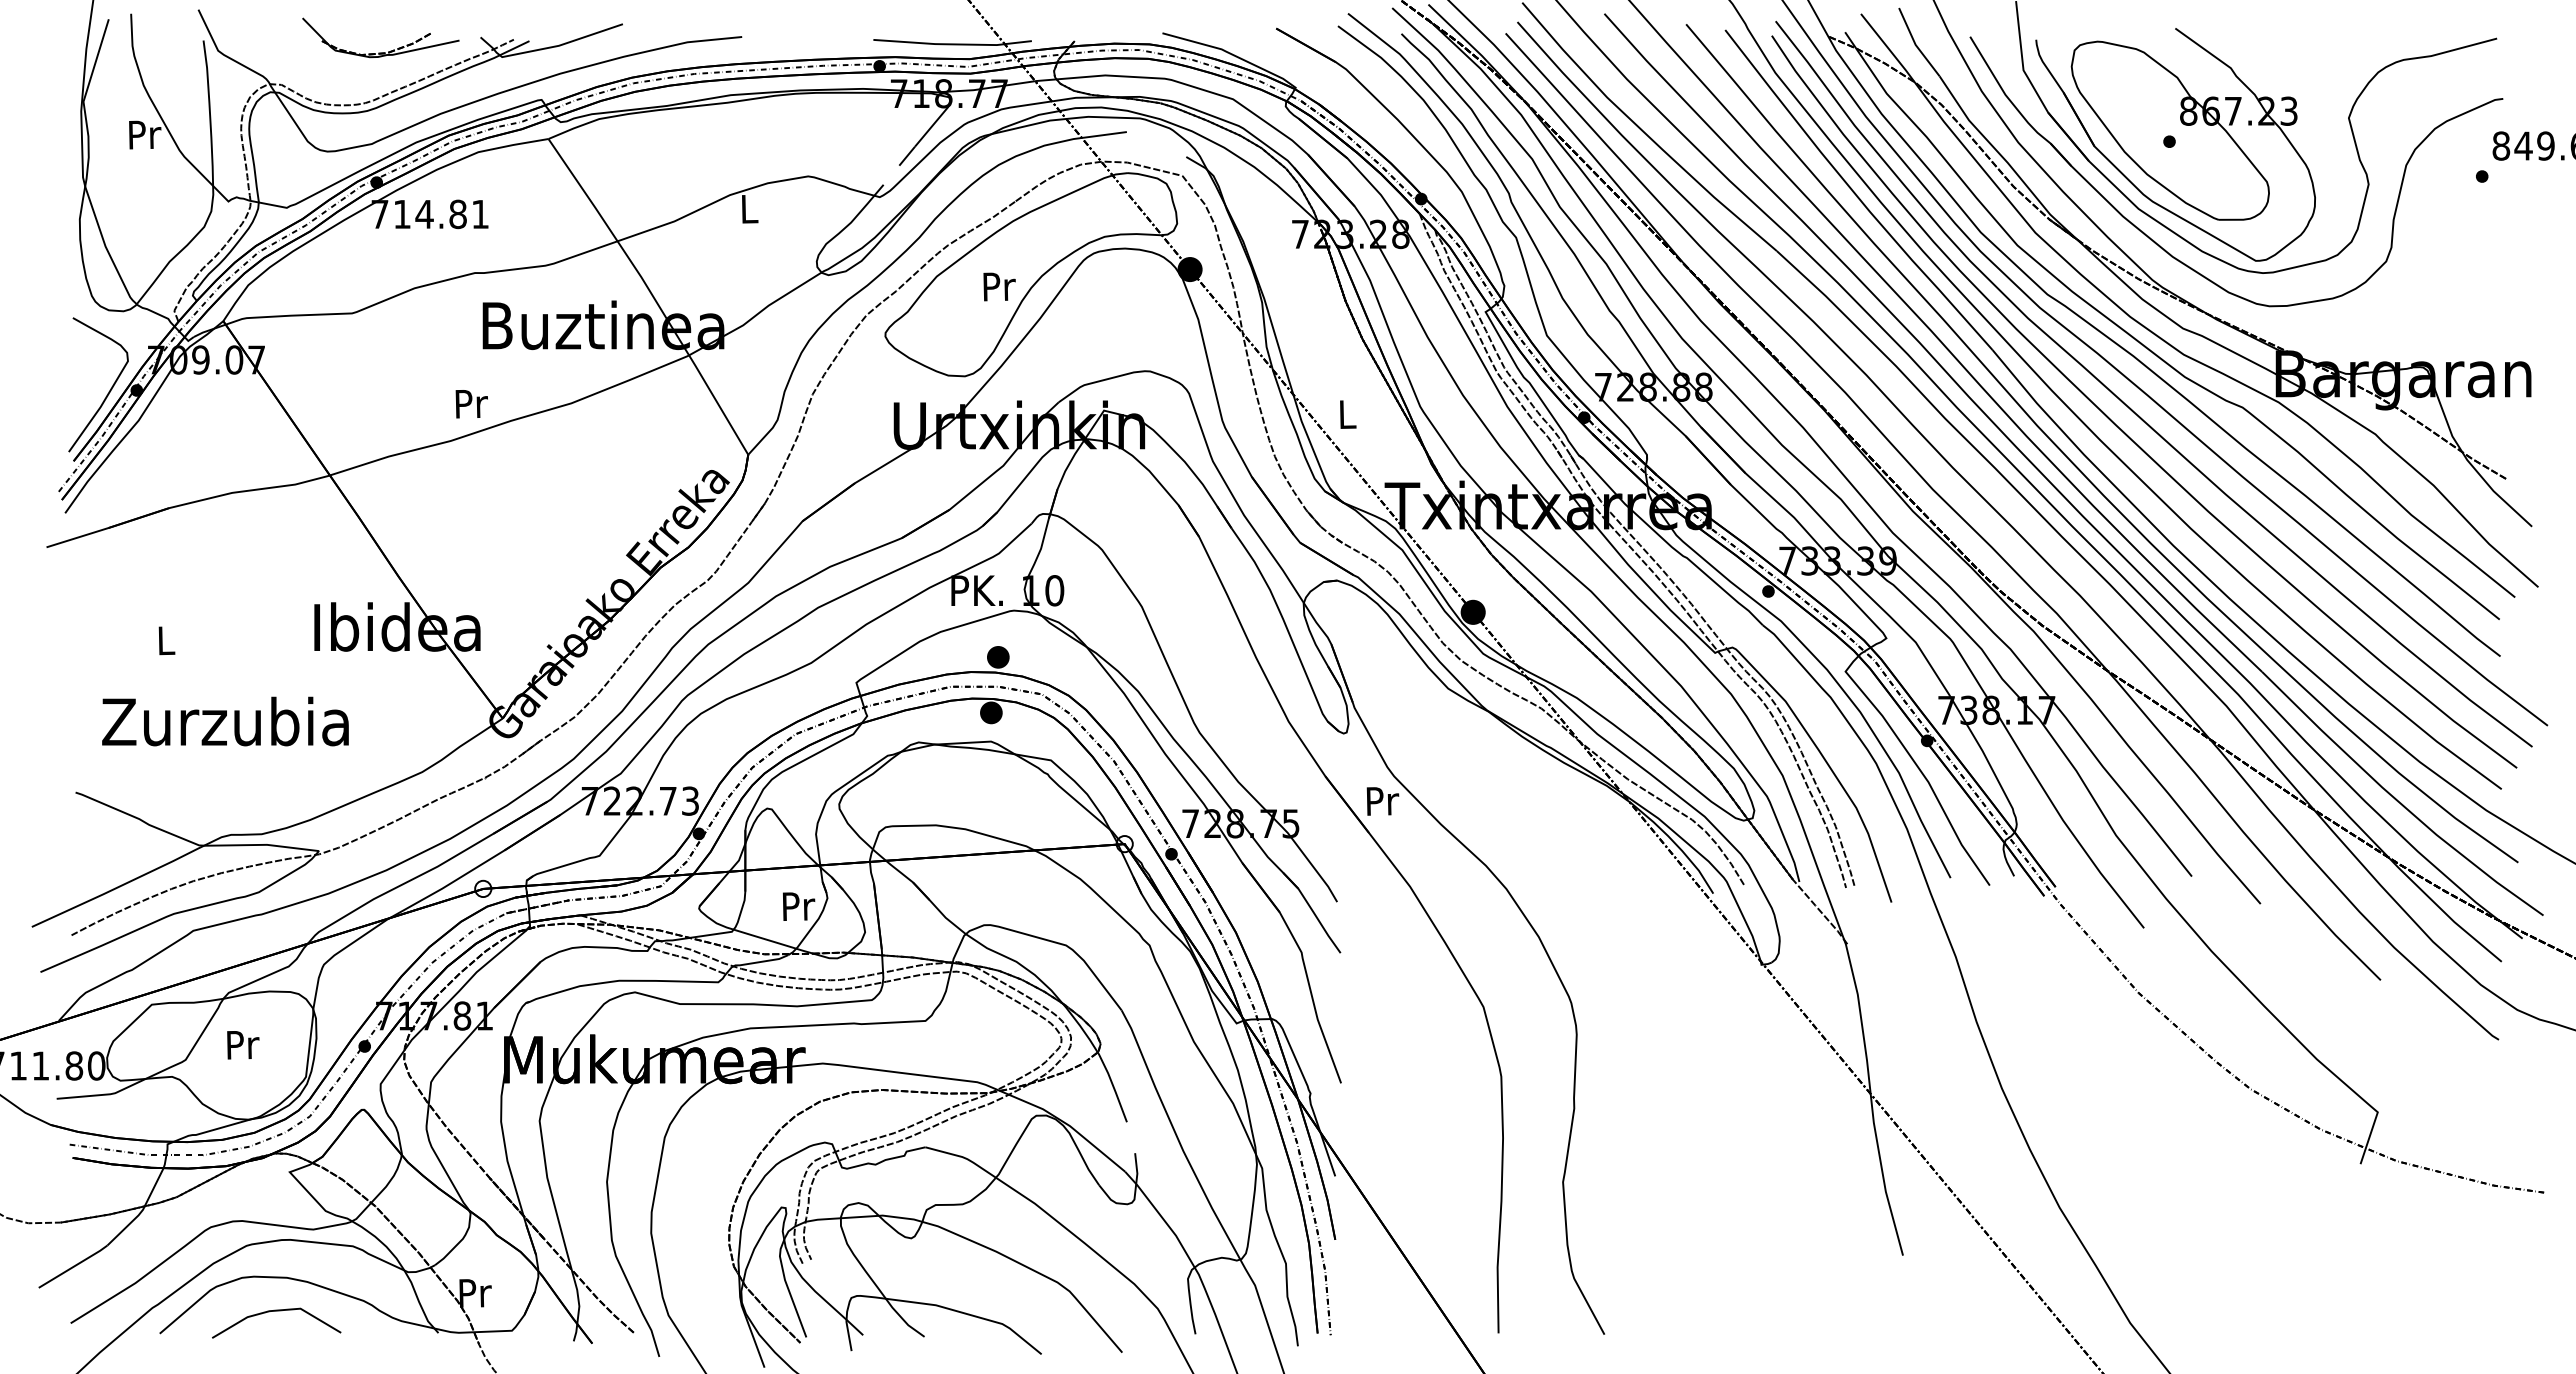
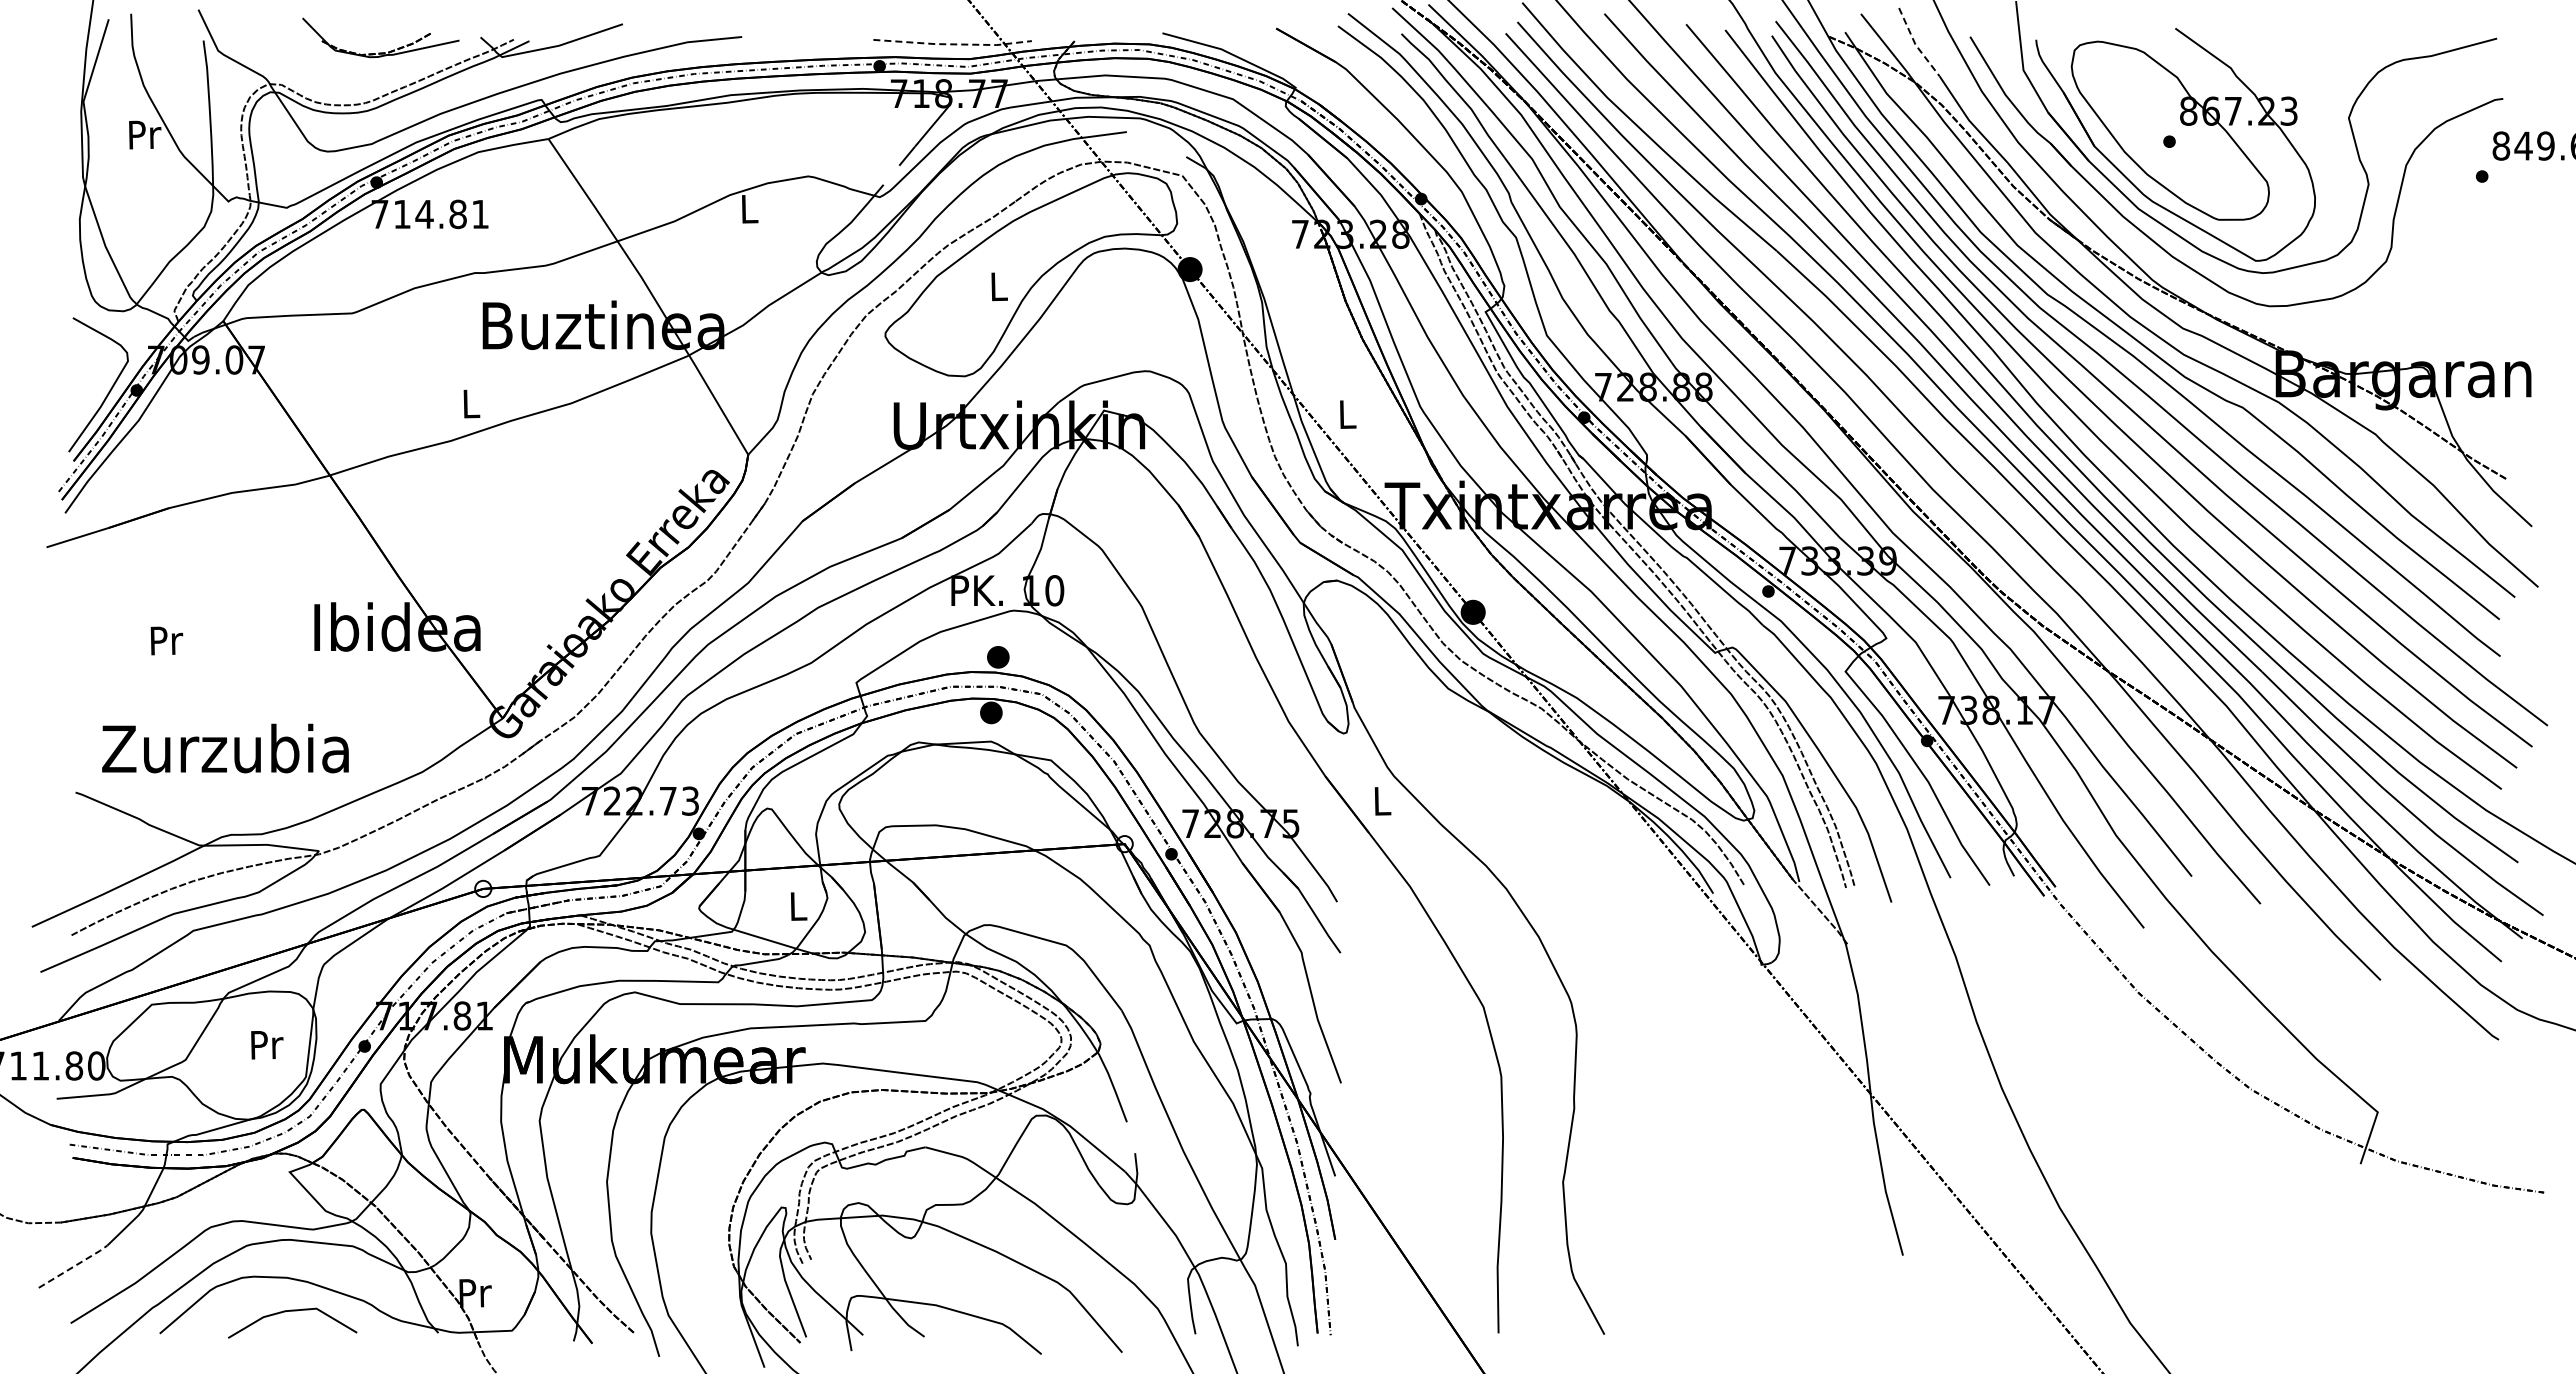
line at (953, 44): solid -> dashed
line at (1915, 44): solid -> dashed
text at (999, 286): Pr -> L
text at (471, 403): Pr -> L
text at (166, 640): L -> Pr
text at (225, 721) position: (225, 721) -> (225, 748)
text at (1382, 801): Pr -> L
text at (798, 906): Pr -> L
text at (243, 1045) position: (243, 1045) -> (267, 1045)
line at (73, 1266): solid -> dashed
line at (276, 1311) position: (276, 1311) -> (292, 1311)
